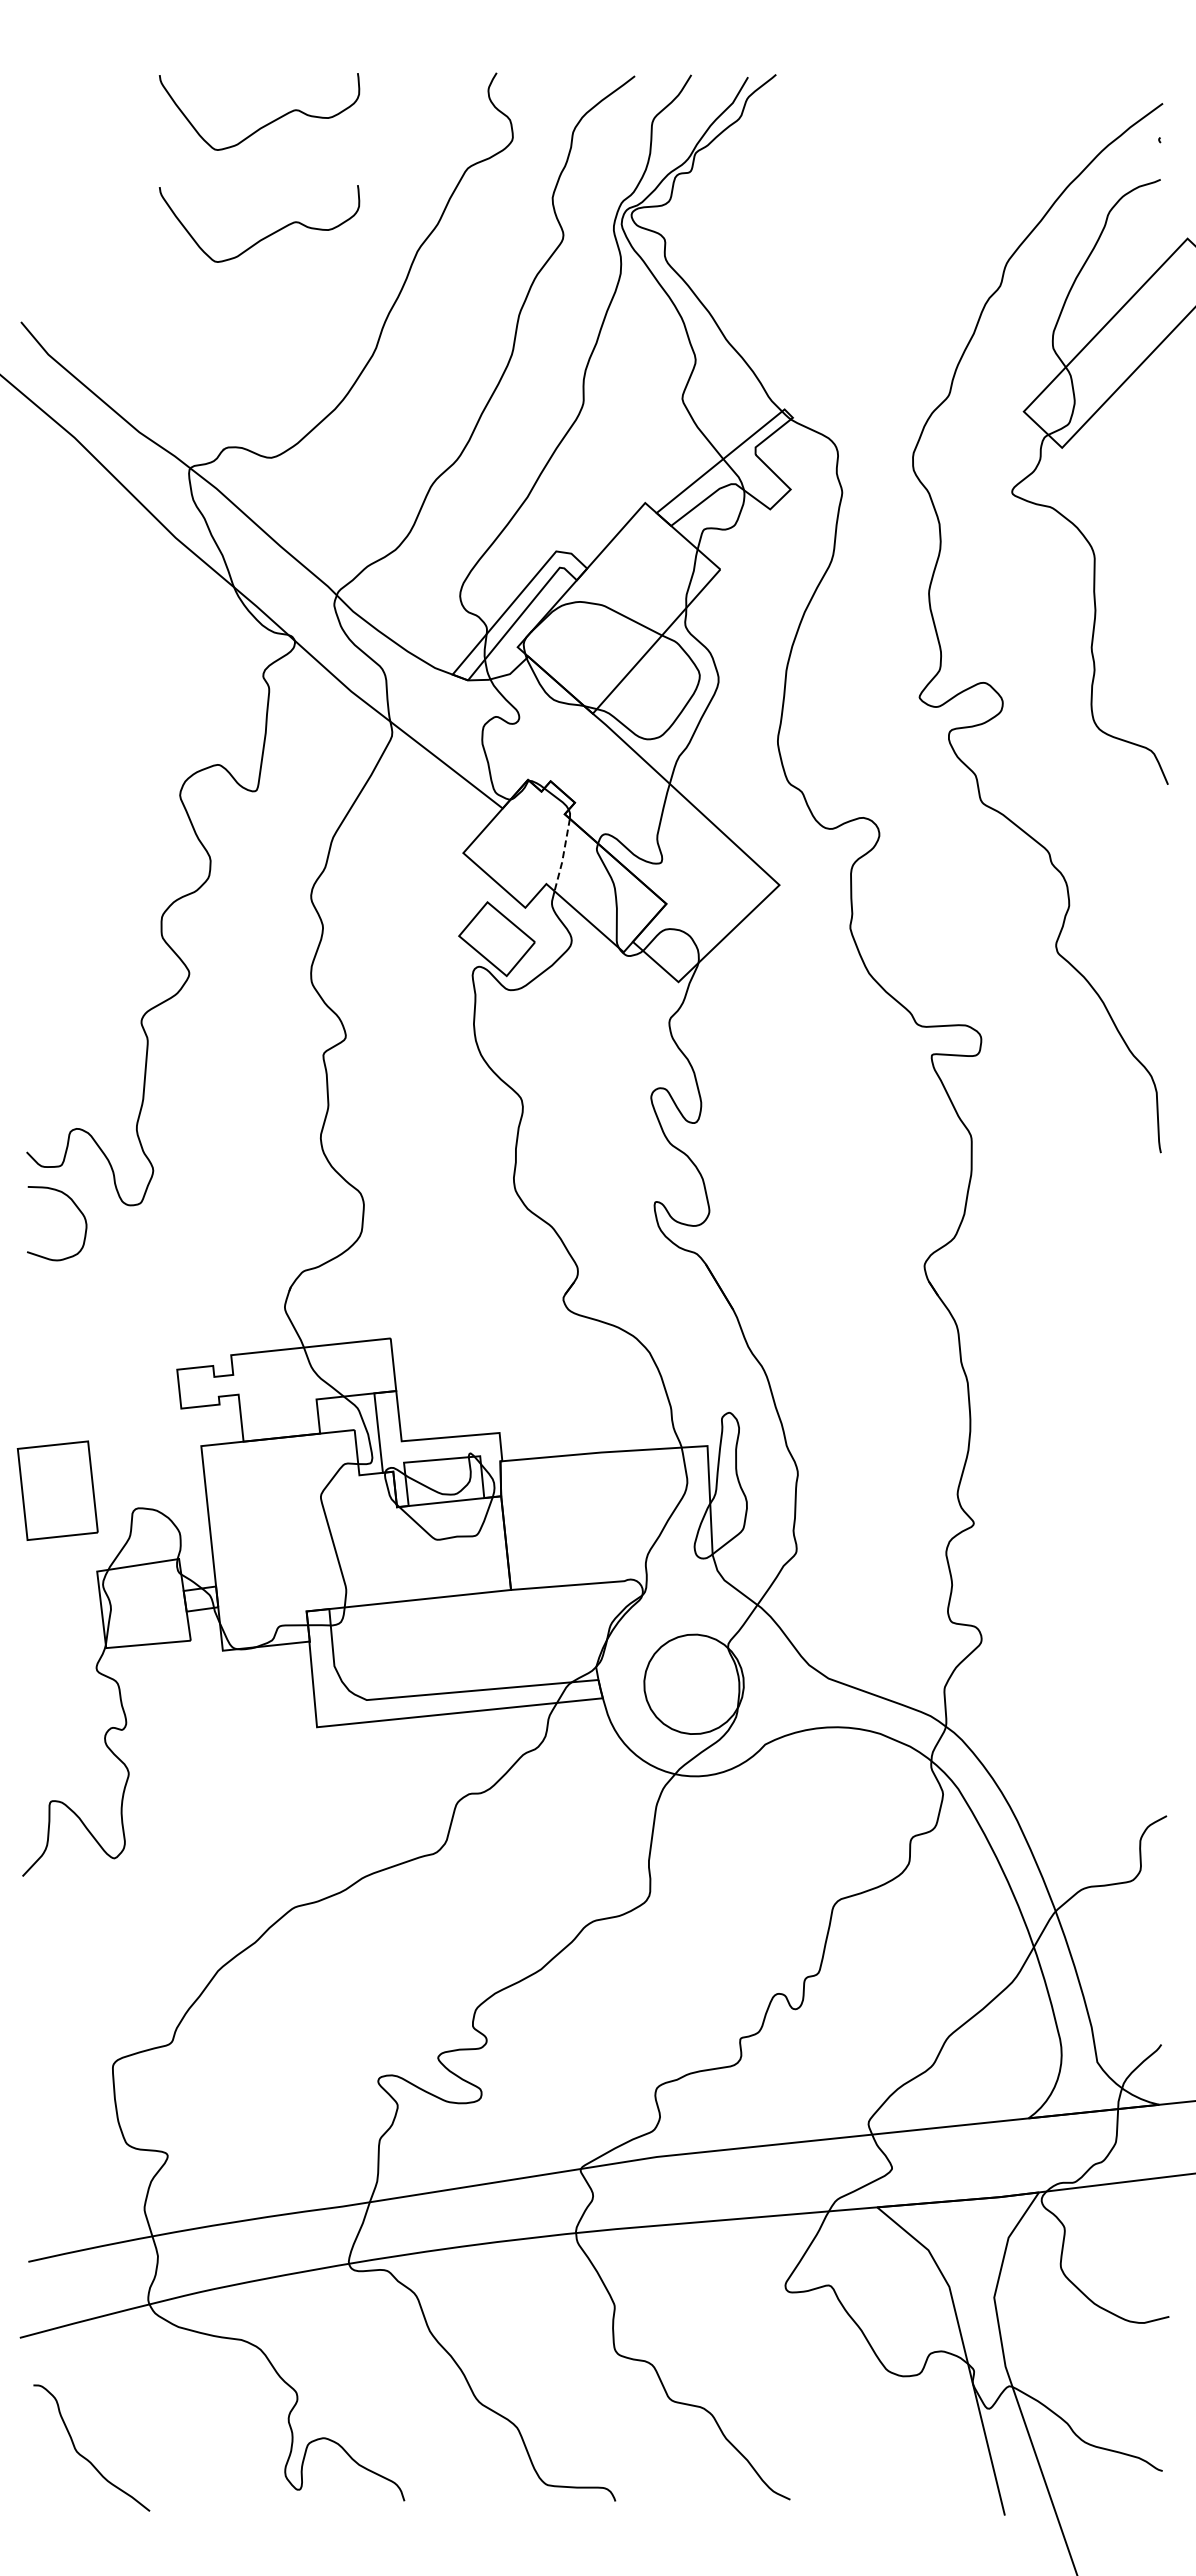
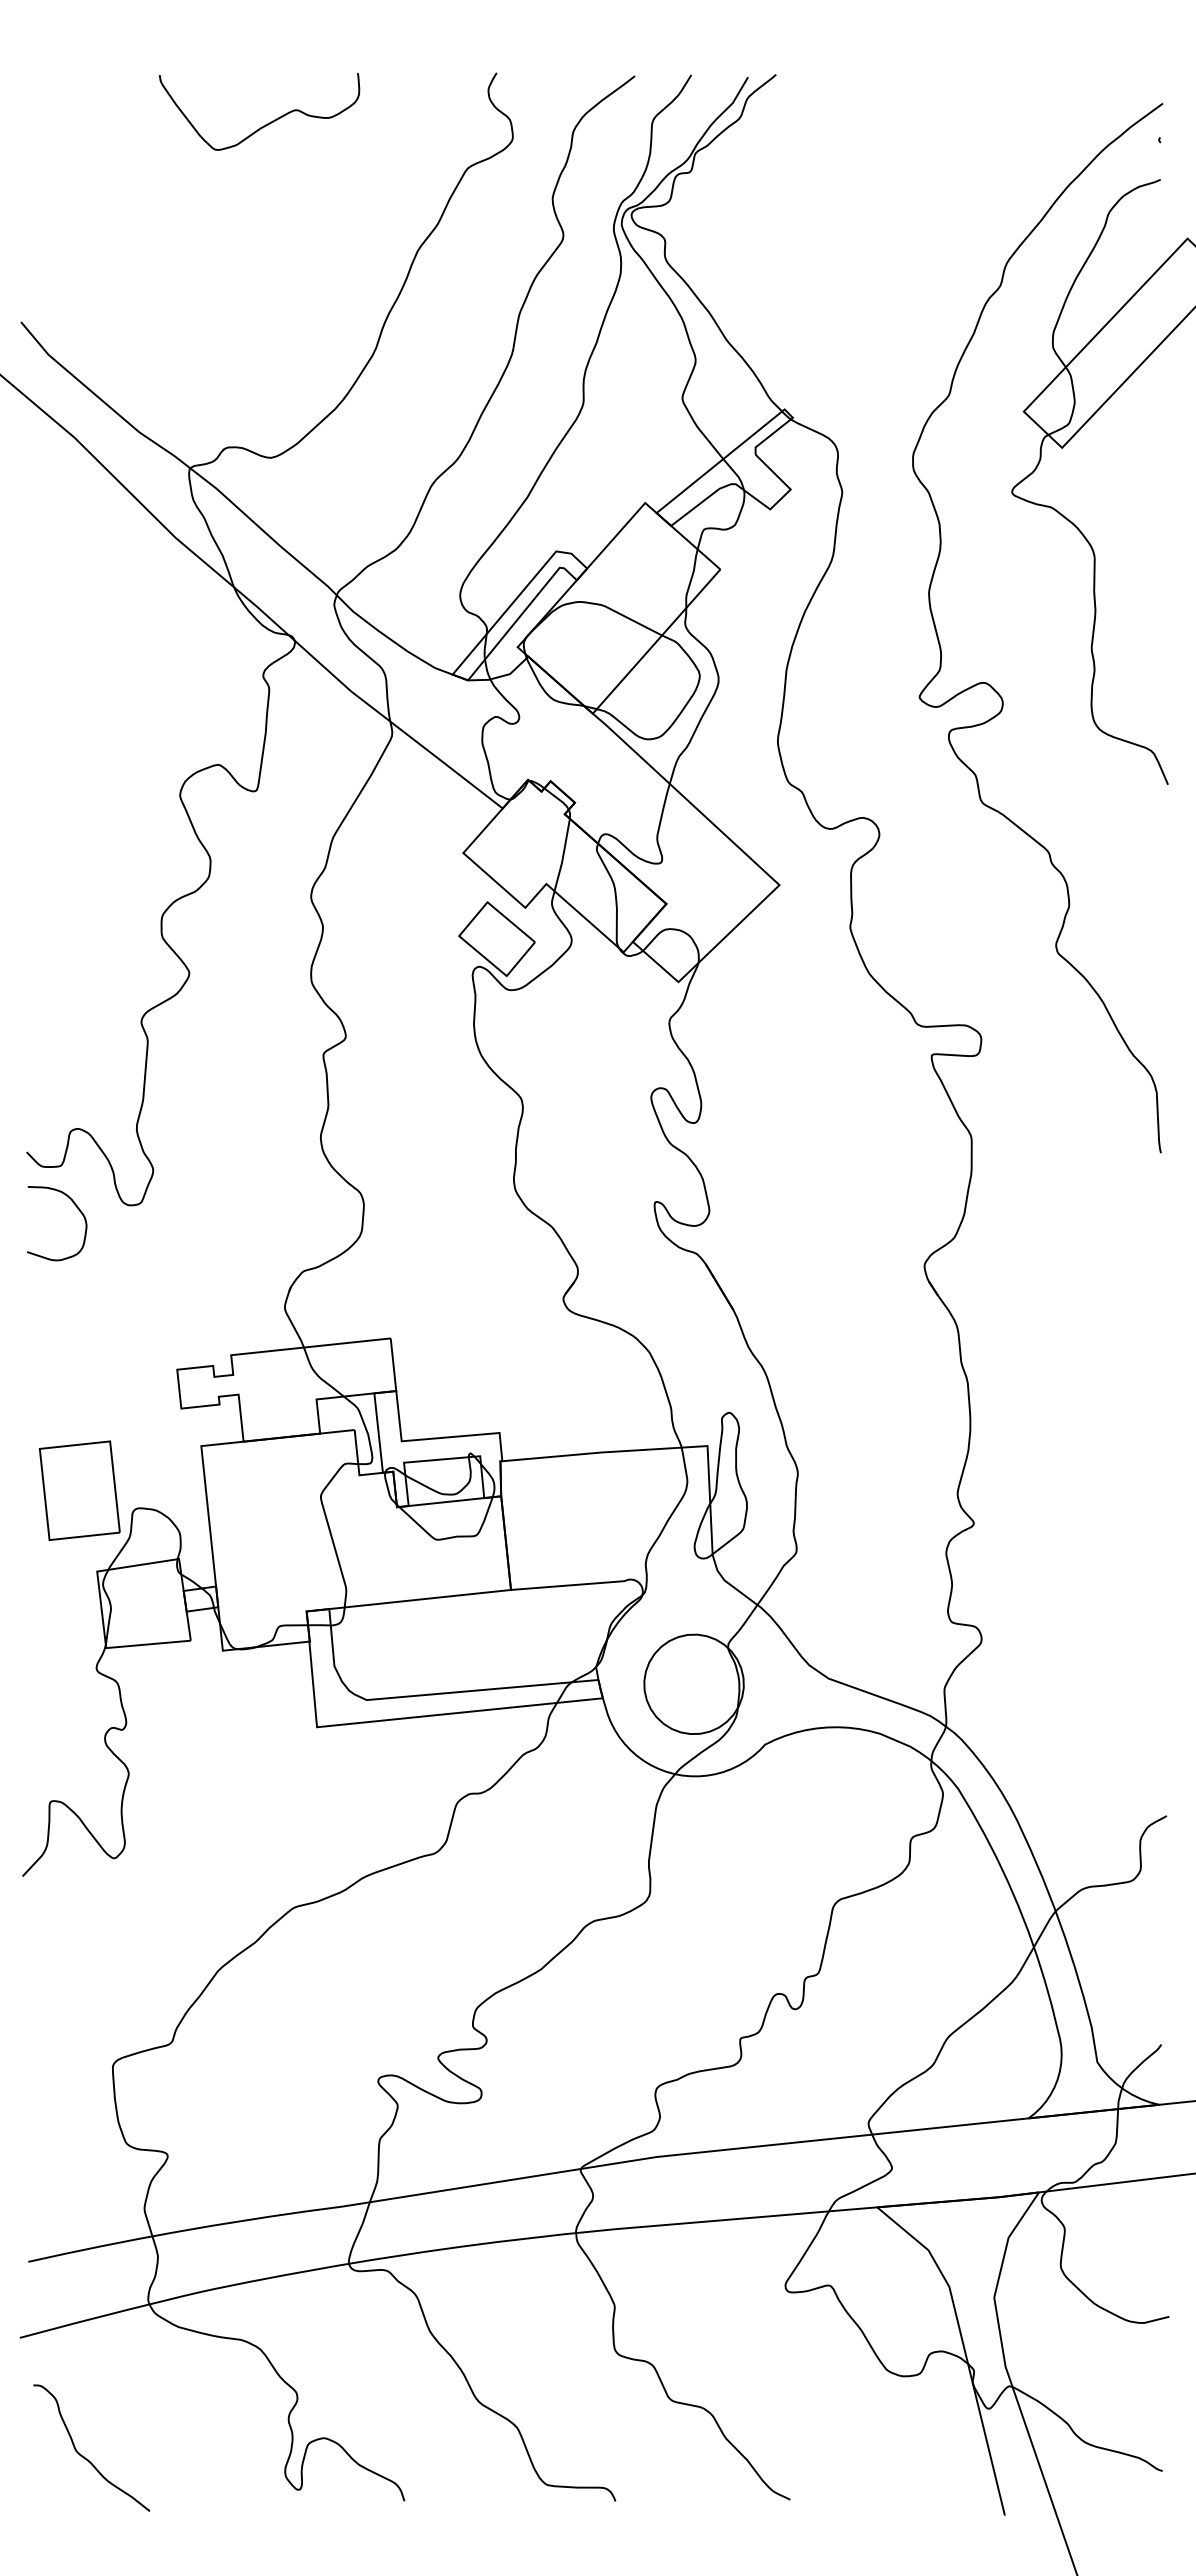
curve at (265, 236): present -> none
line at (563, 855): dashed -> solid
part at (57, 1490) position: (57, 1490) -> (79, 1490)
